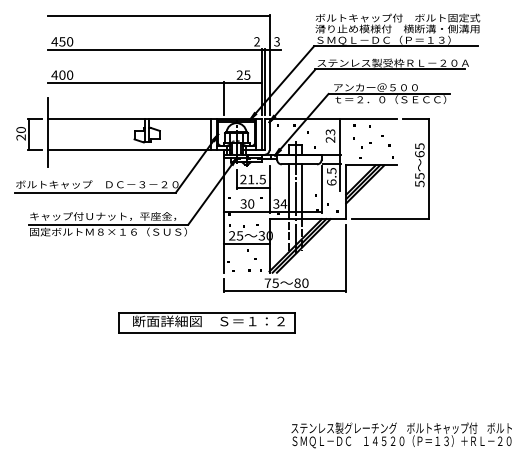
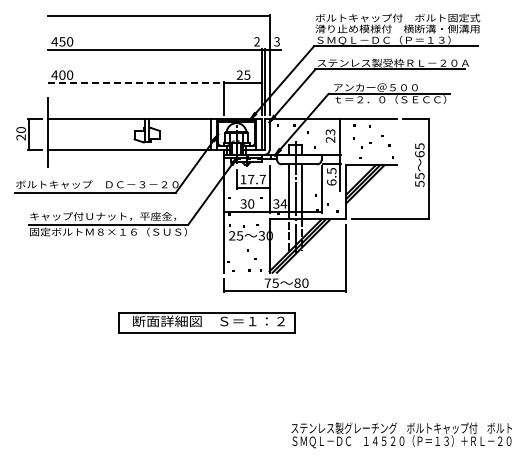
line at (135, 83): solid -> dashed
text at (252, 179): 21.5 -> 17.7
line at (246, 243): present -> none
